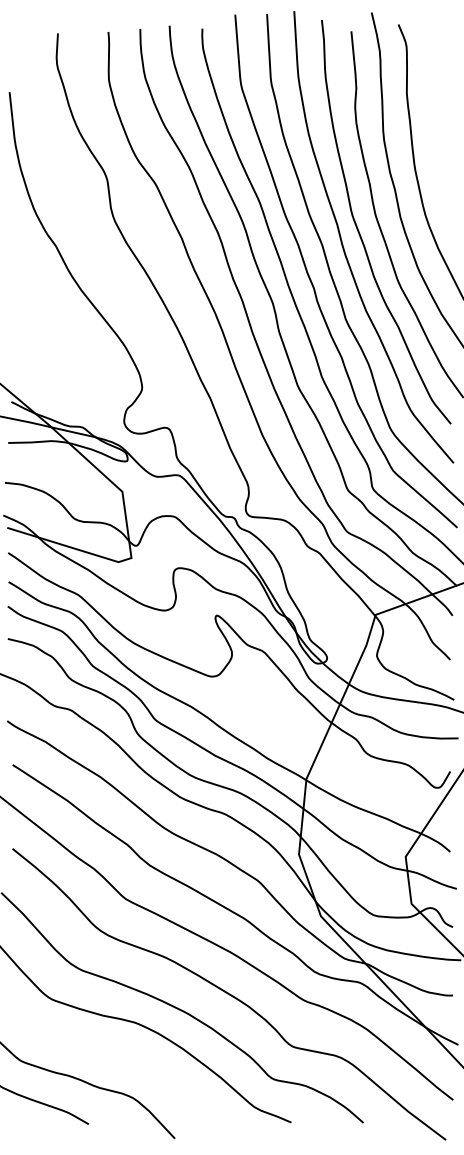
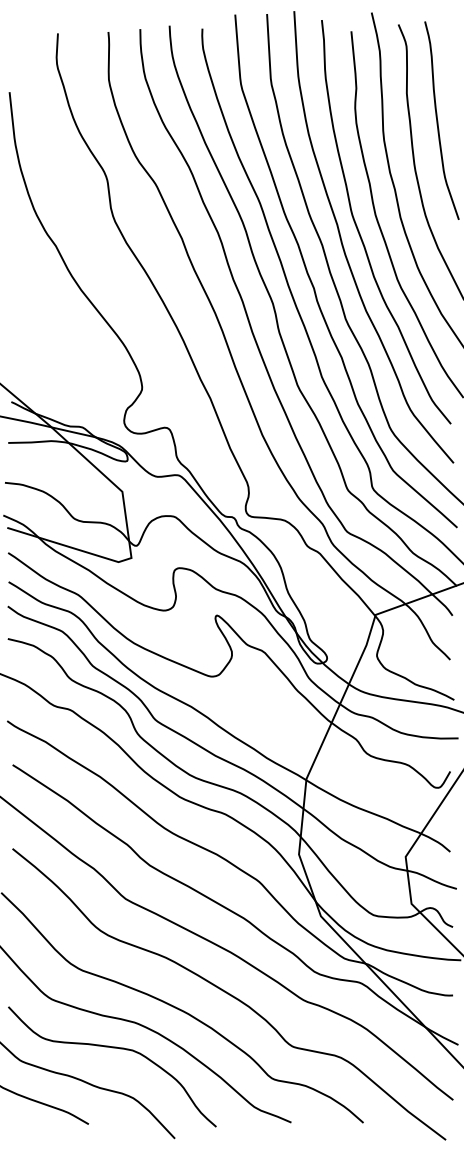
curve at (438, 120): none -> present
curve at (112, 1048): none -> present
